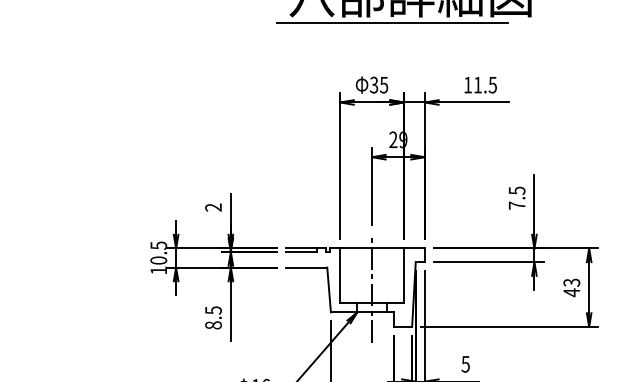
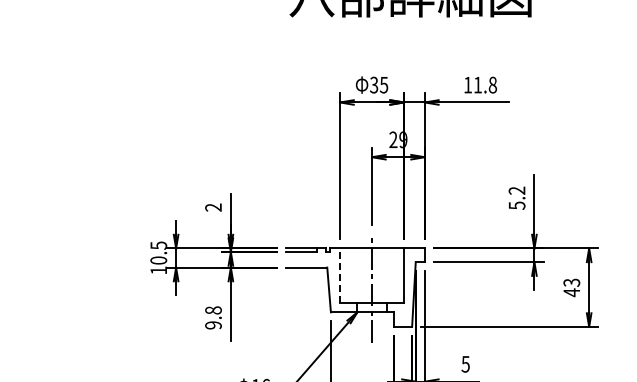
line at (391, 22): present -> none
text at (492, 84): 11.5 -> 11.8
text at (516, 197): 7.5 -> 5.2
line at (340, 275): solid -> dashed
text at (213, 317): 8.5 -> 9.8
